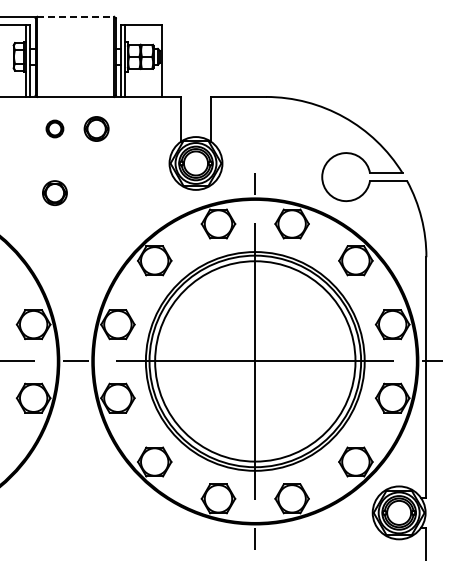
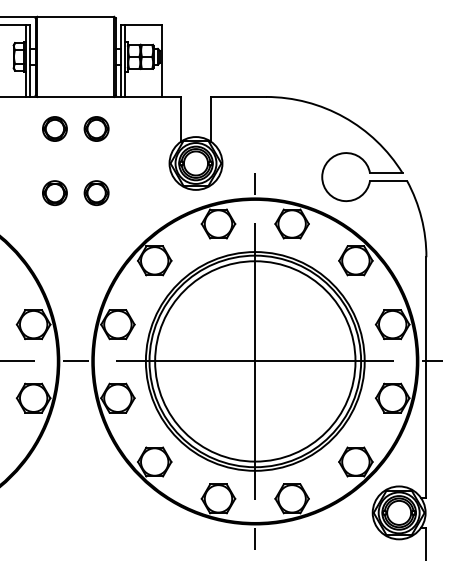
line at (76, 16): dashed -> solid
part at (54, 128) size: 20x20 px -> 26x26 px
part at (96, 192): none -> present
